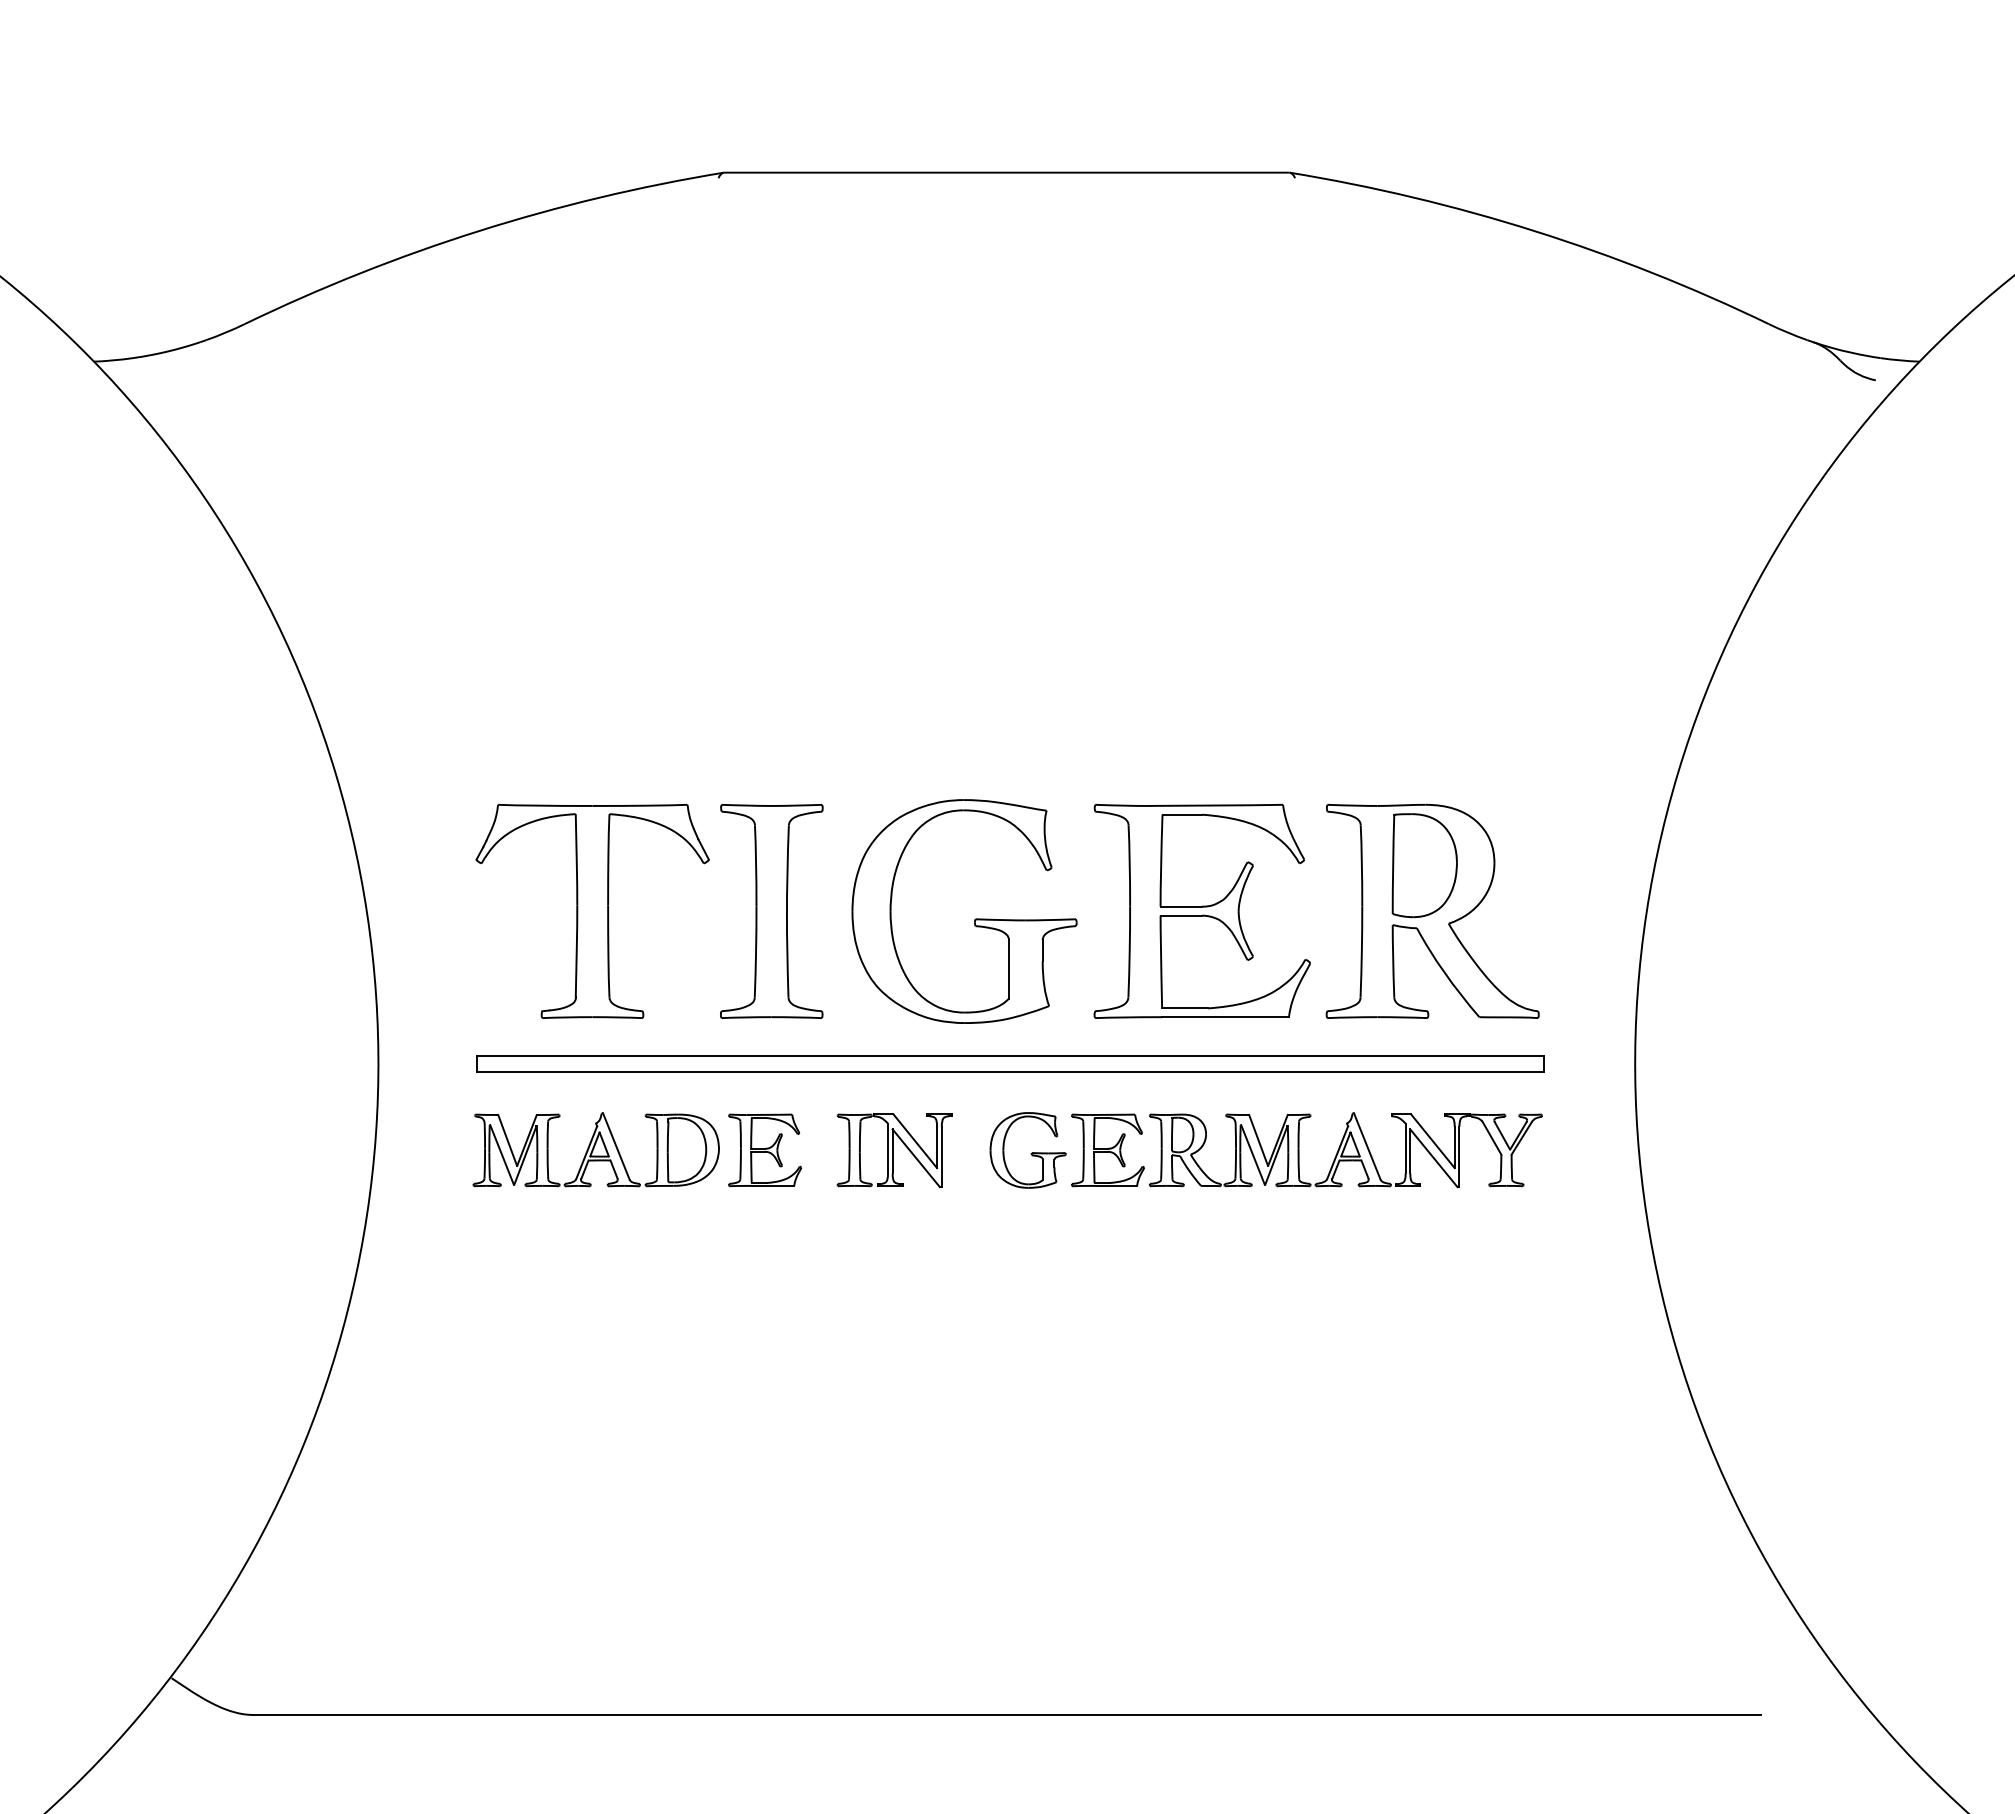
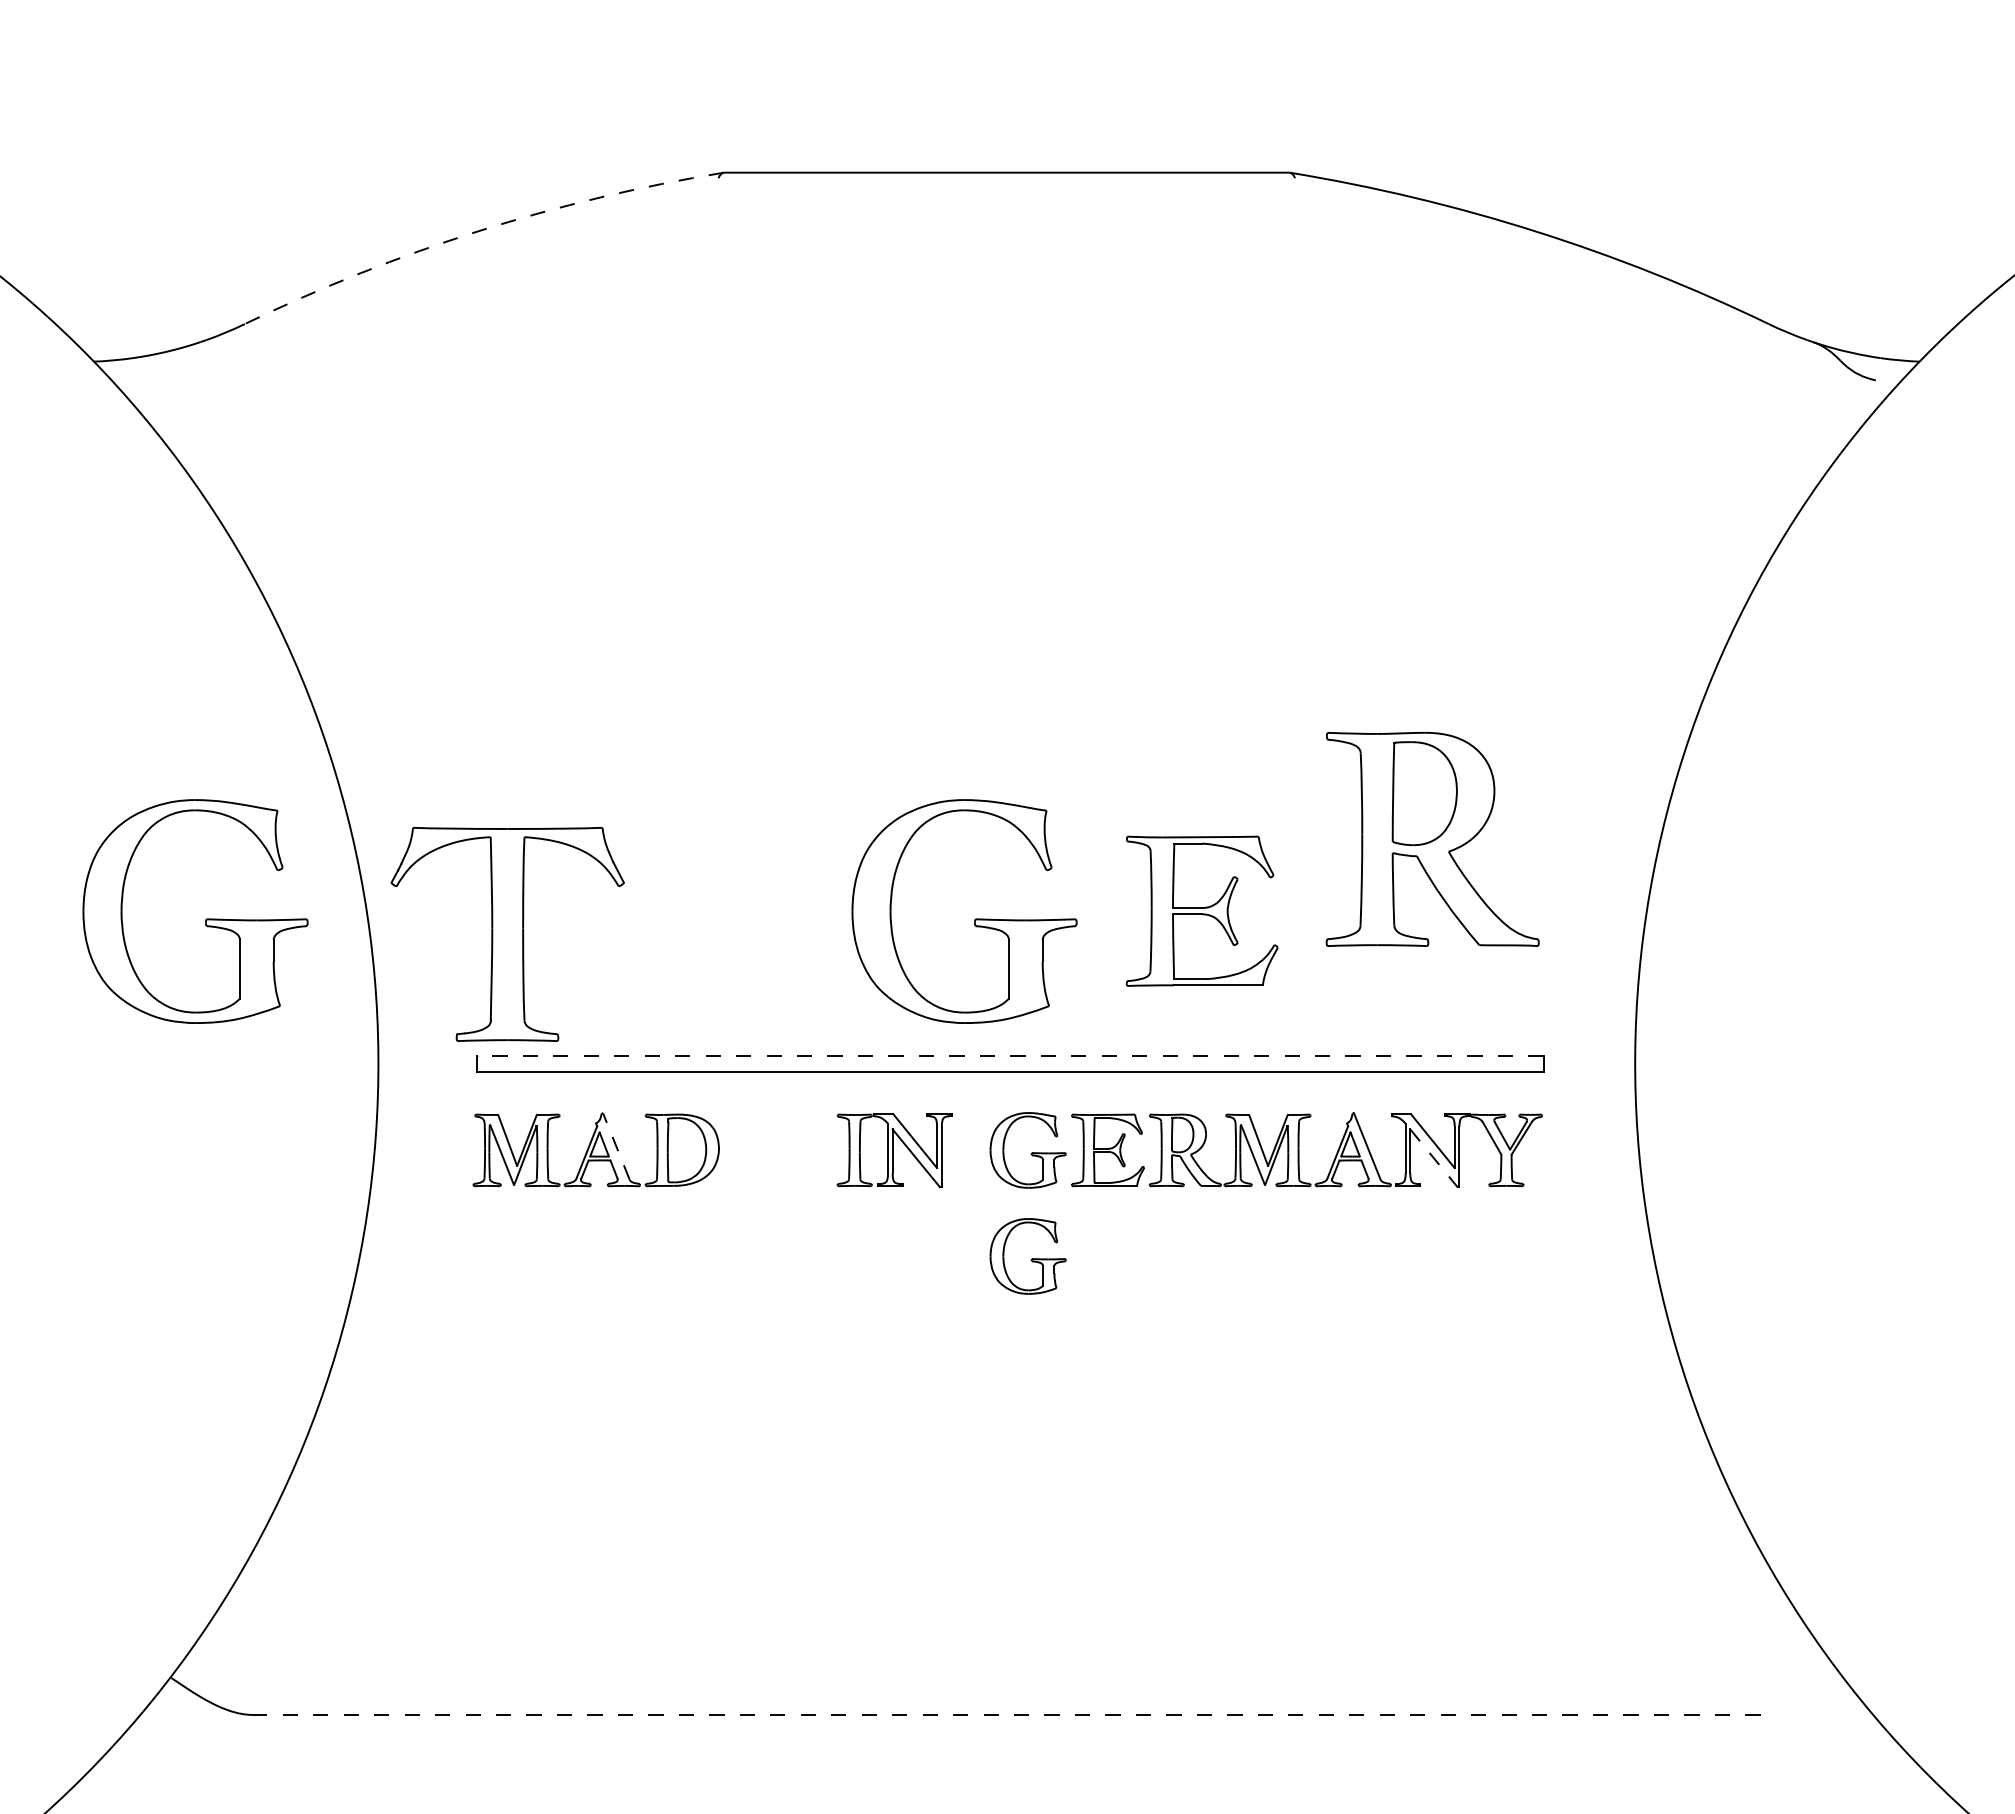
arc at (478, 231): solid -> dashed
part at (1201, 910) size: 218x216 px -> 154x152 px
part at (1432, 910) position: (1432, 910) -> (1432, 838)
part at (592, 911) position: (592, 911) -> (507, 934)
part at (771, 911): present -> none
part at (205, 919): none -> present
line at (1009, 1056): solid -> dashed
line at (616, 1146): solid -> dashed
part at (765, 1150): present -> none
line at (1434, 1158): solid -> dashed
part at (1027, 1256): none -> present
line at (1006, 1714): solid -> dashed
